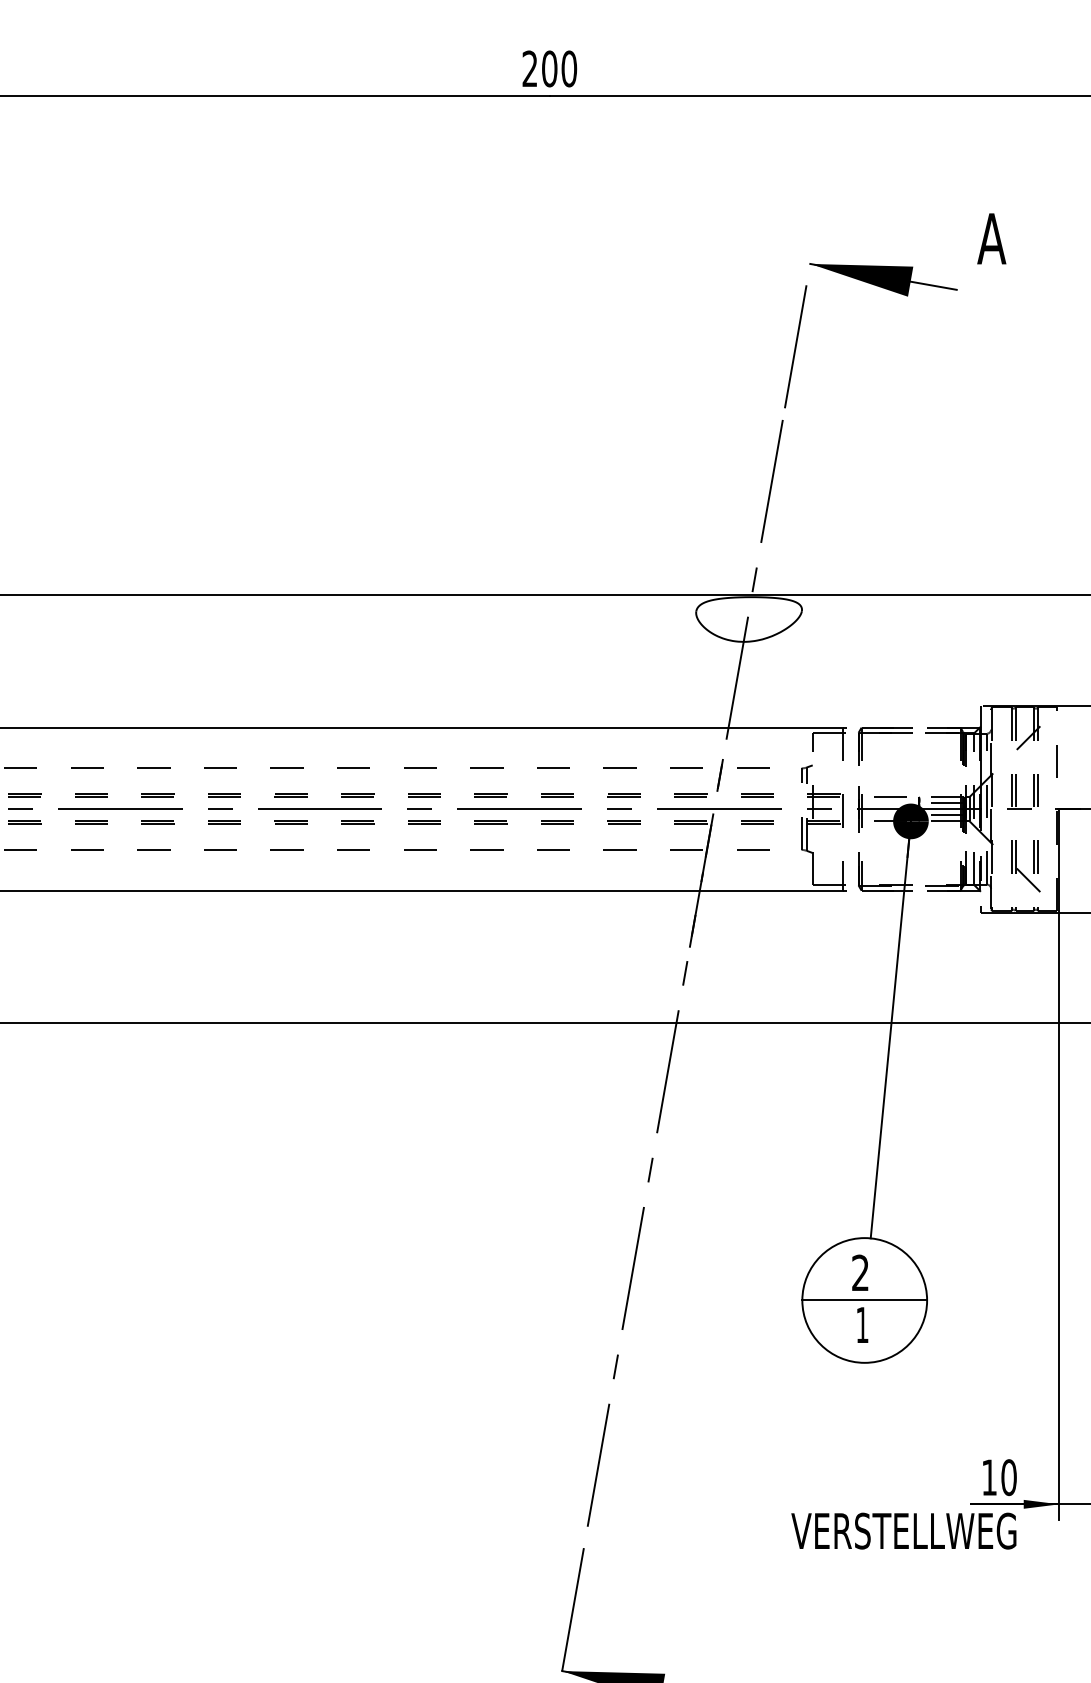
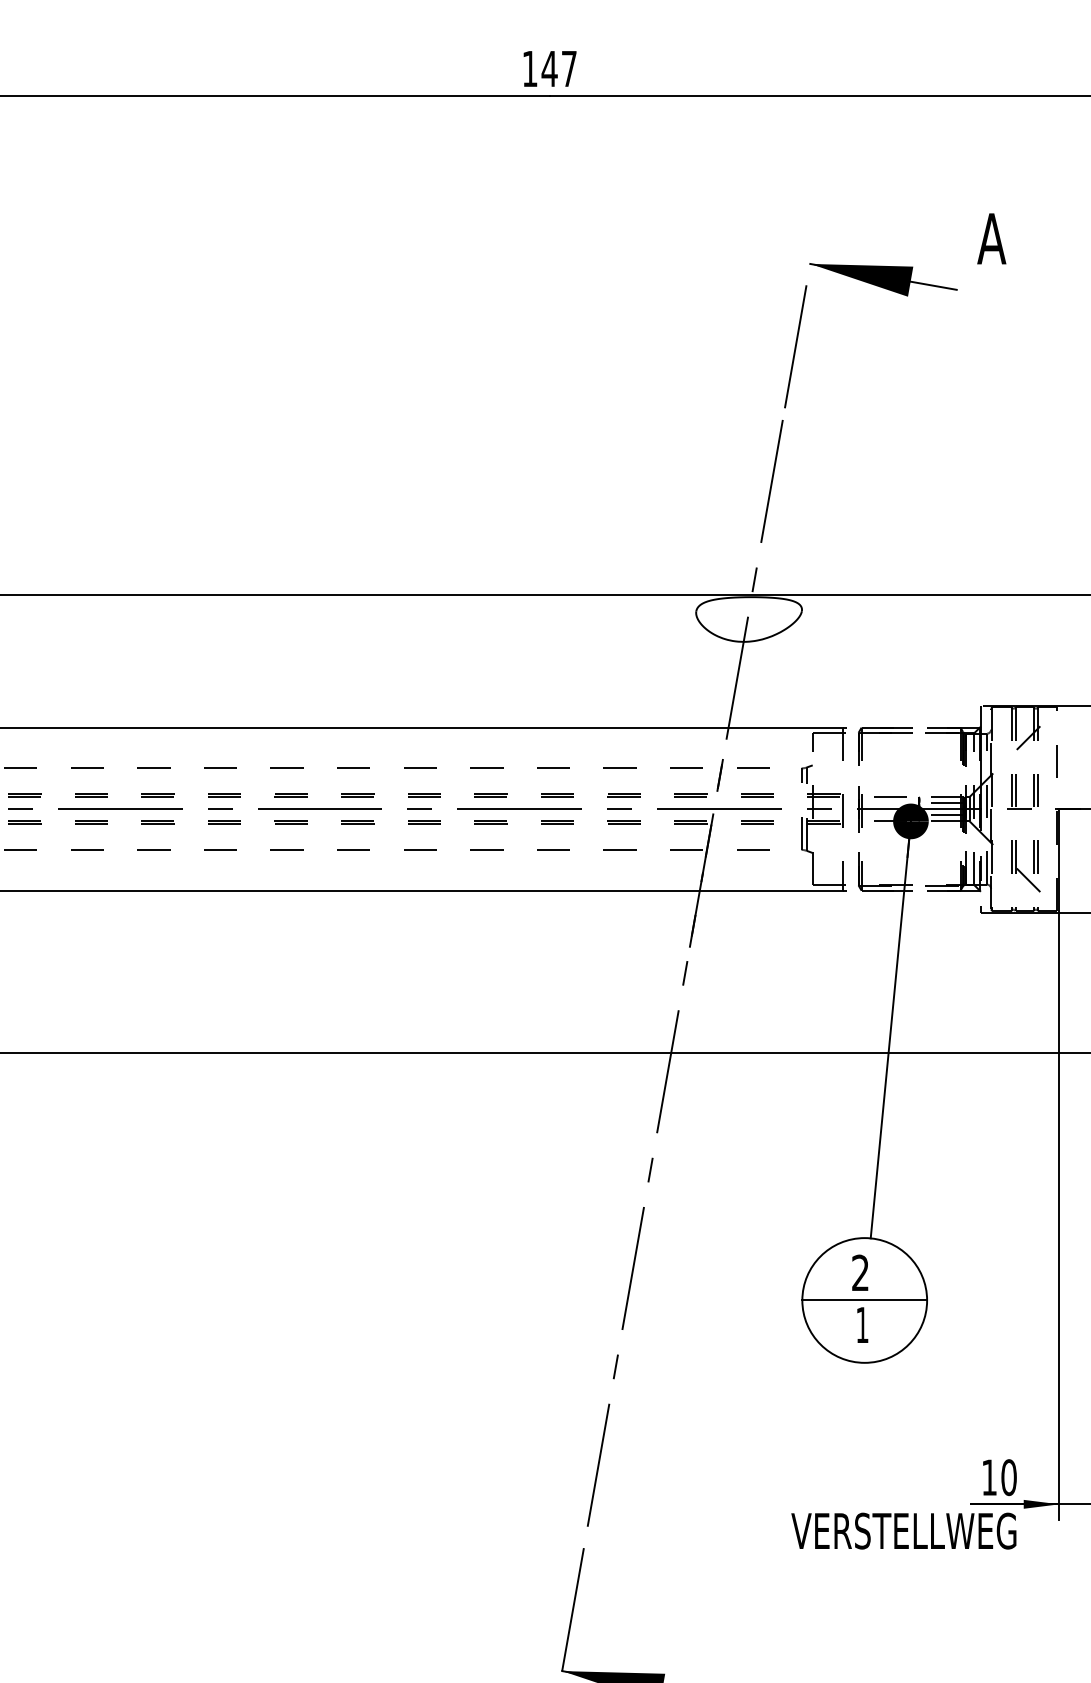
text at (549, 68): 200 -> 147
line at (544, 1023) position: (544, 1023) -> (544, 1053)
